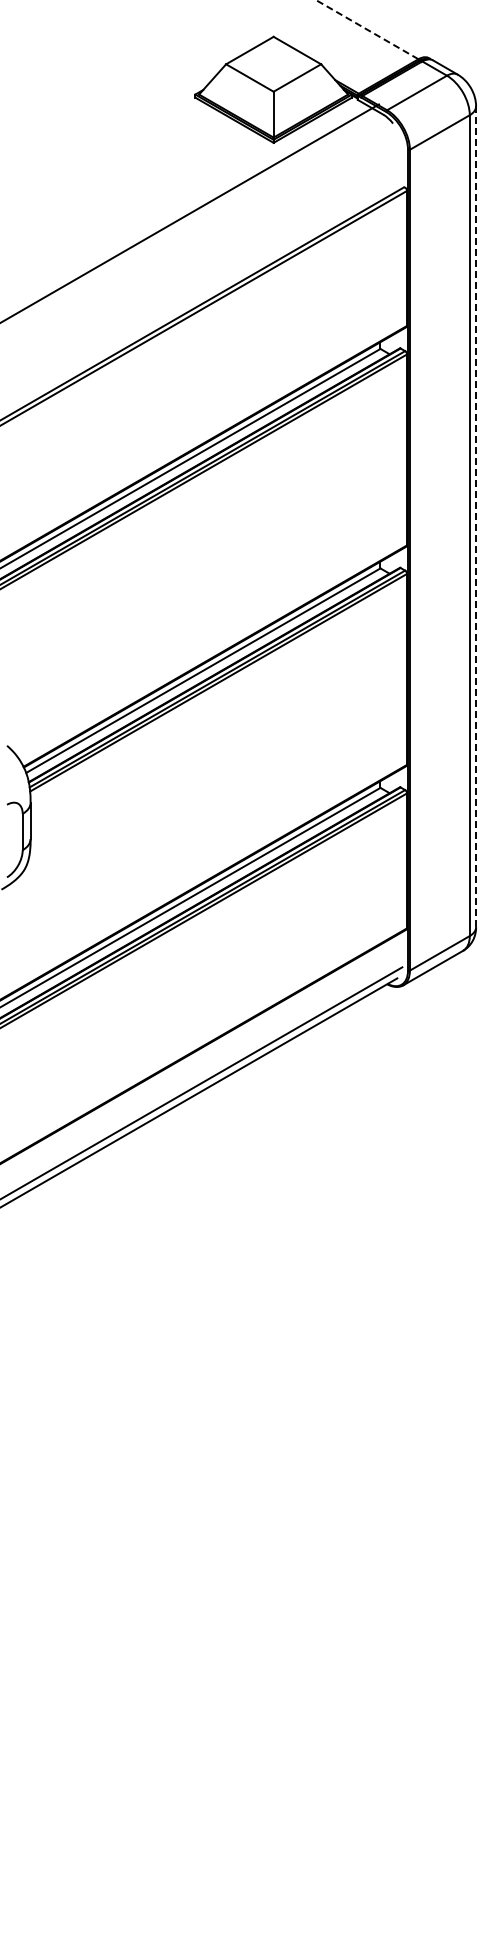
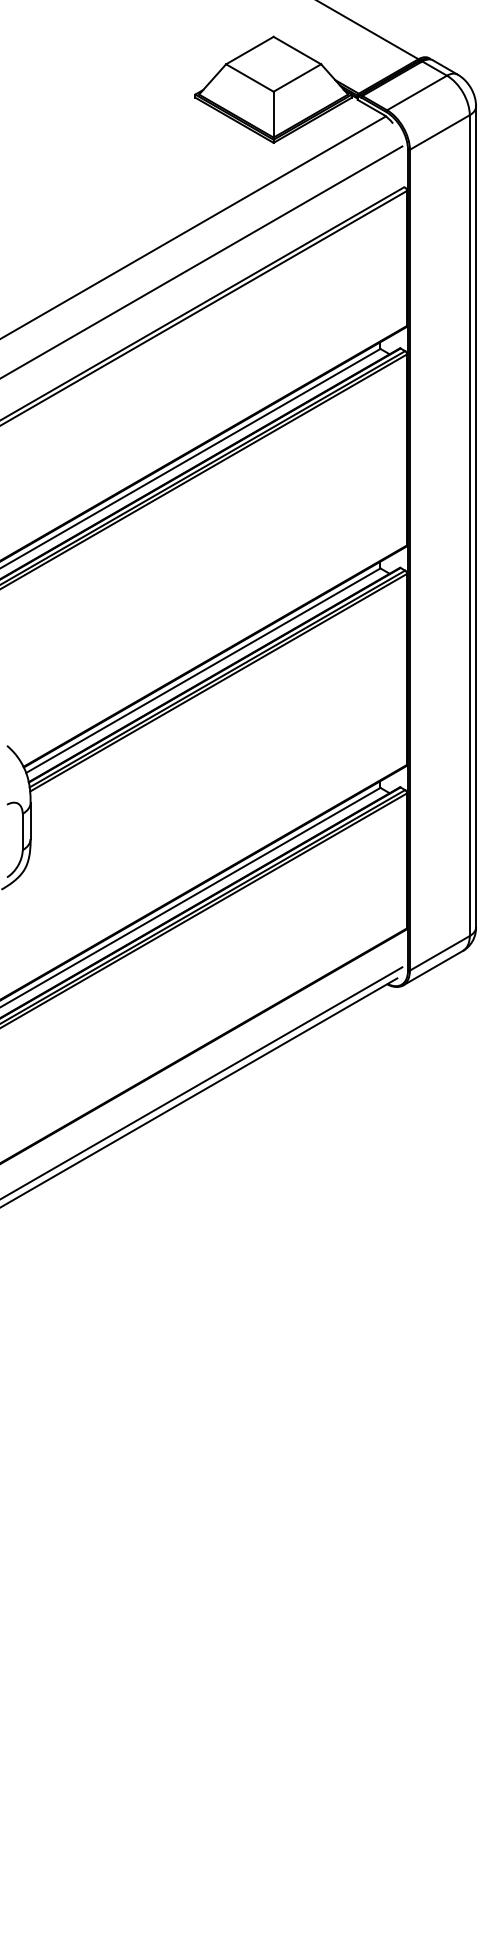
line at (367, 29): dashed -> solid
line at (190, 212) position: (190, 212) -> (193, 226)
line at (202, 261): none -> present
line at (476, 517): dashed -> solid
